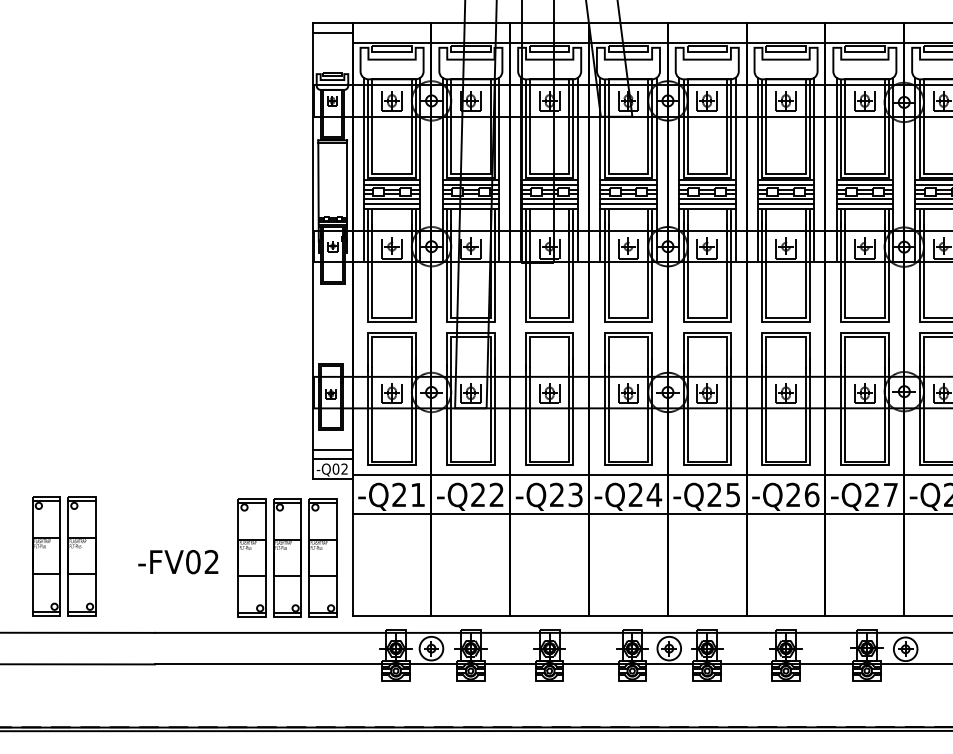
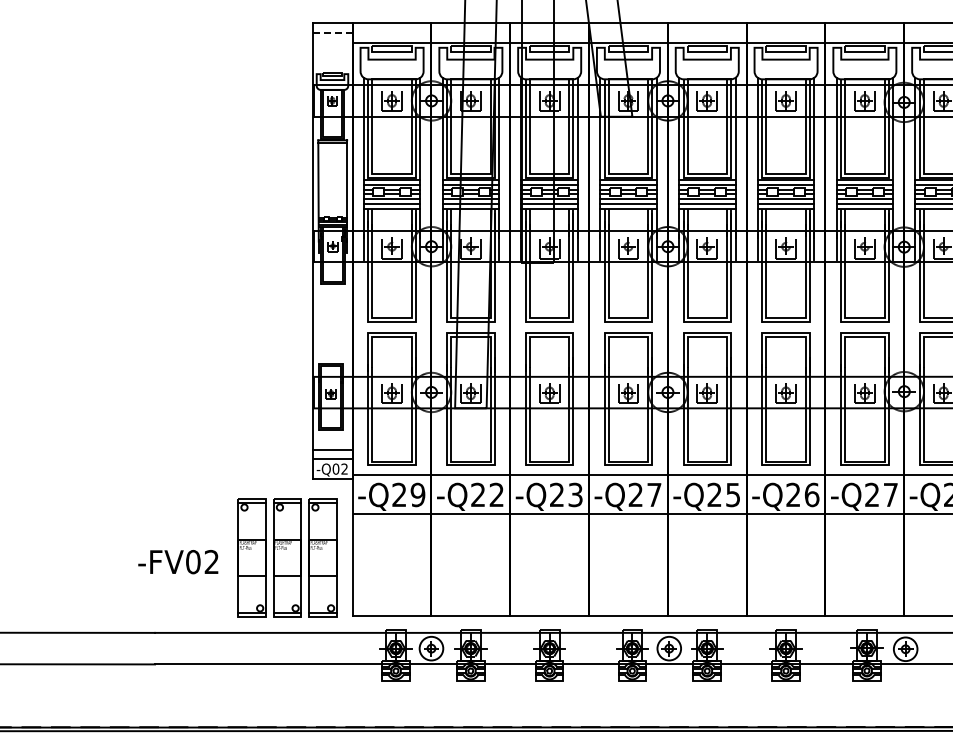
line at (332, 32): solid -> dashed
text at (417, 494): -Q21 -> -Q29
text at (654, 494): -Q24 -> -Q27
part at (64, 556): present -> none
